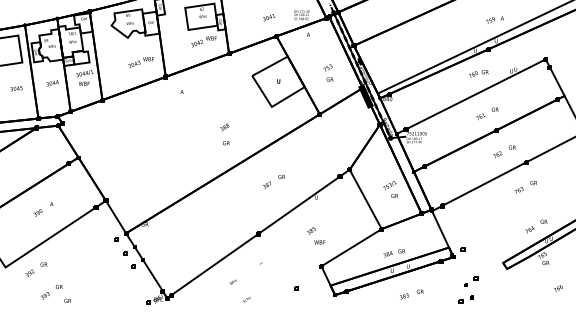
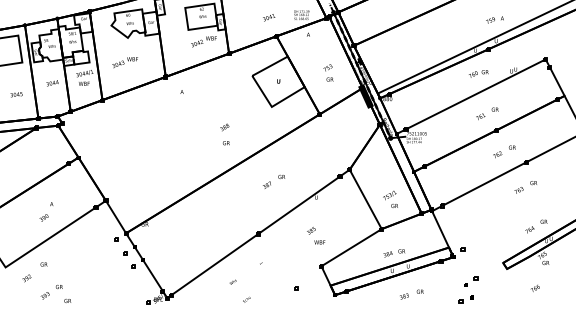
text at (140, 62) position: (140, 62) -> (124, 62)
text at (16, 88) position: (16, 88) -> (16, 94)
text at (390, 188) position: (390, 188) -> (390, 198)
text at (37, 212) position: (37, 212) -> (43, 217)
text at (29, 273) position: (29, 273) -> (26, 278)
text at (557, 288) position: (557, 288) -> (534, 288)
